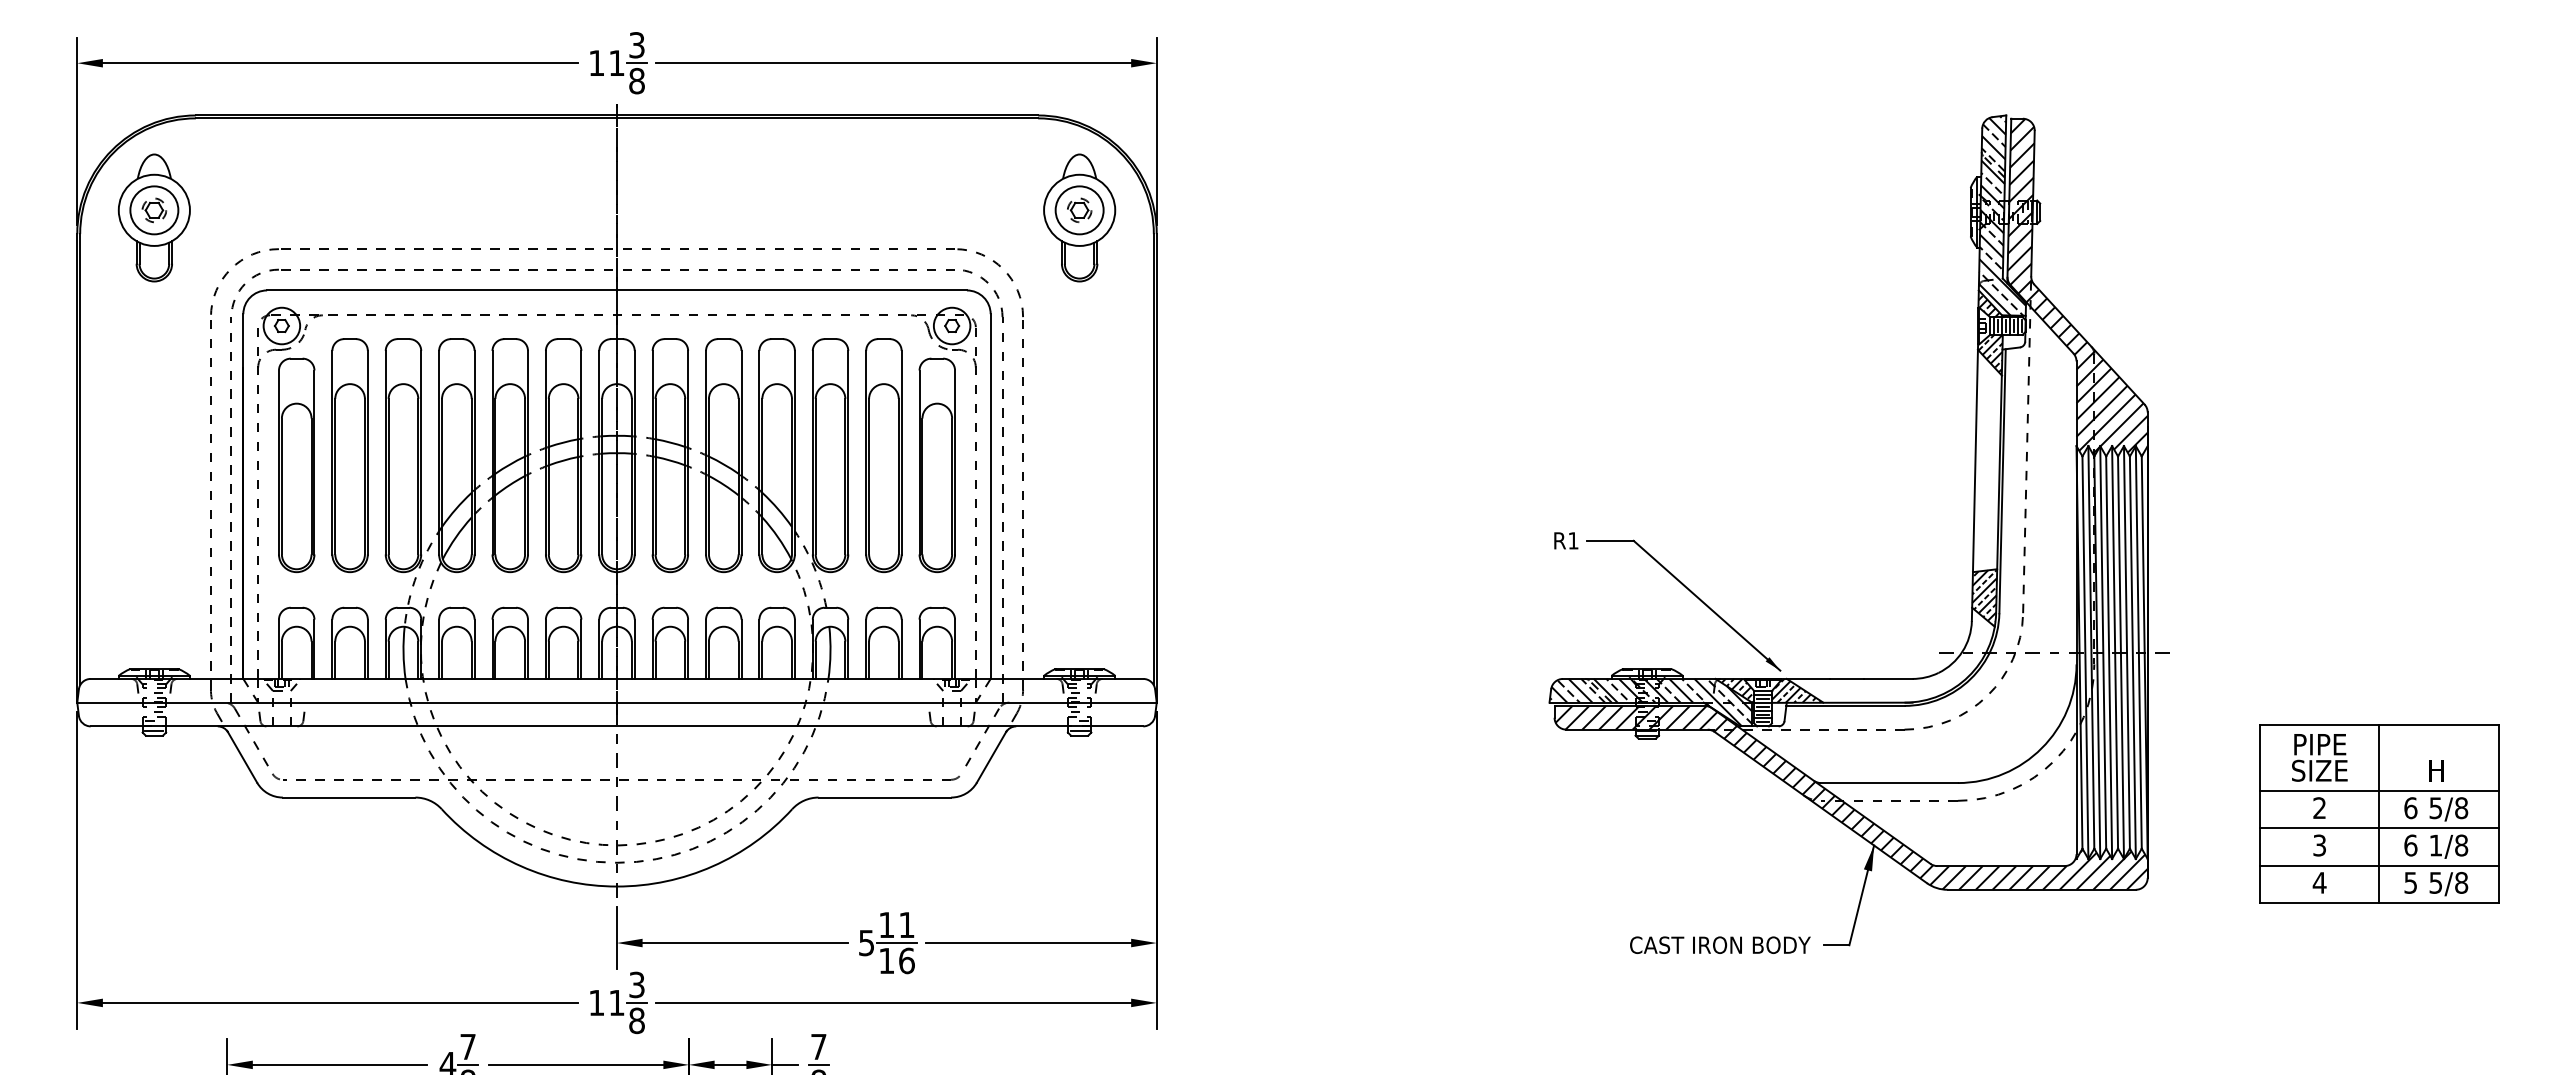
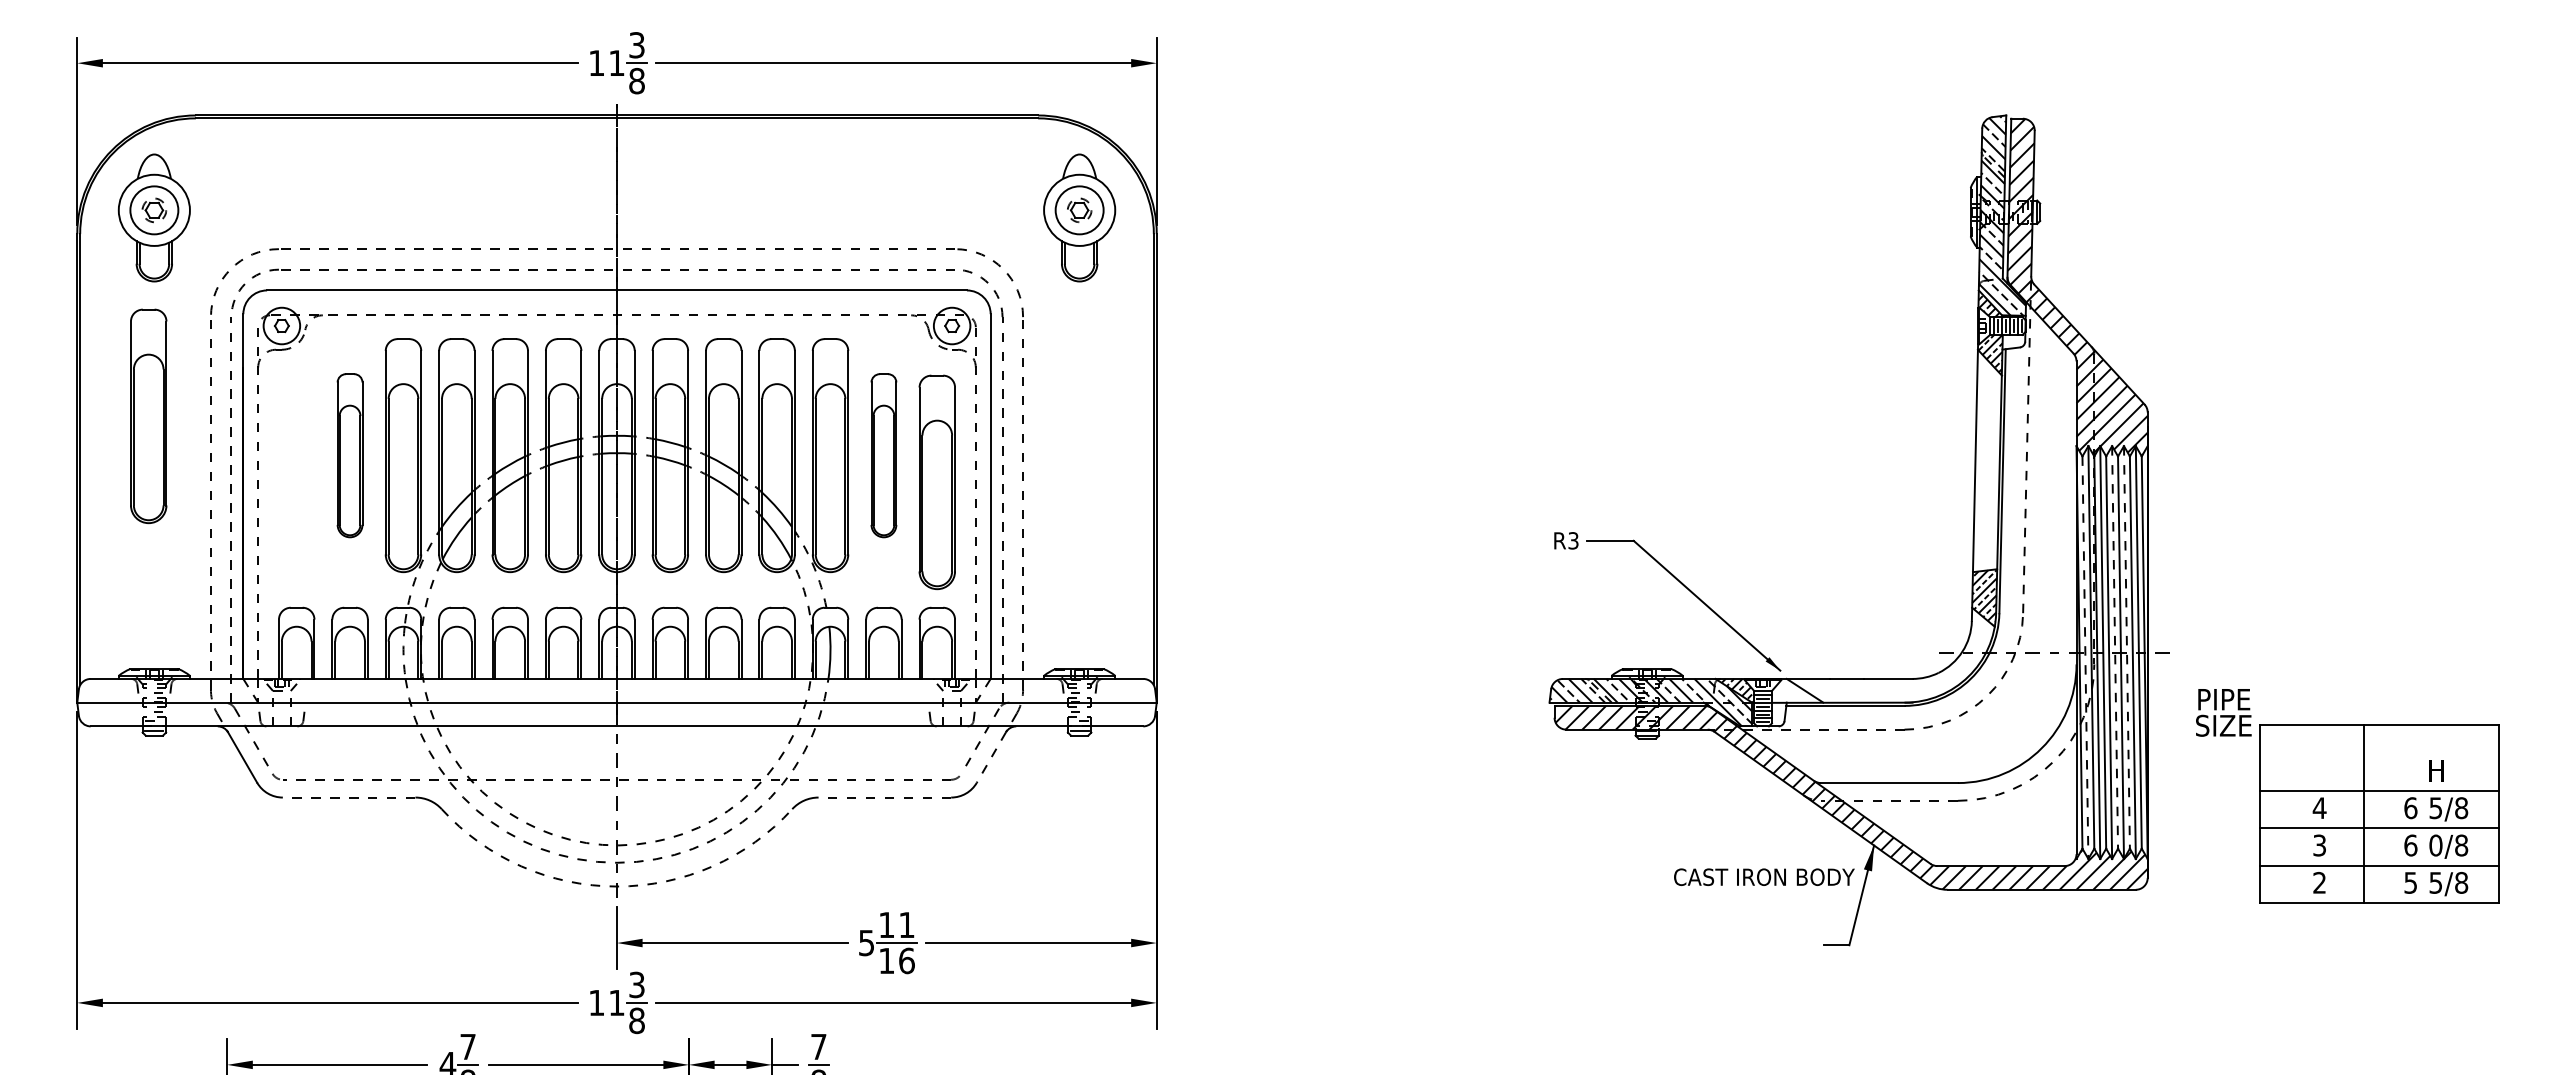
part at (349, 455) size: 38x236 px -> 28x166 px
part at (883, 455) size: 38x236 px -> 28x166 px
part at (296, 465) position: (296, 465) -> (148, 416)
part at (936, 465) position: (936, 465) -> (936, 482)
text at (1573, 540): R1 -> R3
line at (2115, 647): solid -> dashed
line at (2126, 647): solid -> dashed
arc at (403, 652): solid -> dashed
line at (2085, 658): solid -> dashed
hatch at (1795, 690): present -> none
line at (991, 757): solid -> dashed
text at (2319, 757) position: (2319, 757) -> (2223, 712)
line at (348, 797): solid -> dashed
line at (884, 797): solid -> dashed
text at (2319, 807): 2 -> 4
line at (2379, 813) position: (2379, 813) -> (2364, 813)
text at (2435, 845): 1/8 -> 0/8
text at (2319, 882): 4 -> 2
arc at (617, 886): solid -> dashed
text at (1720, 944) position: (1720, 944) -> (1764, 876)
